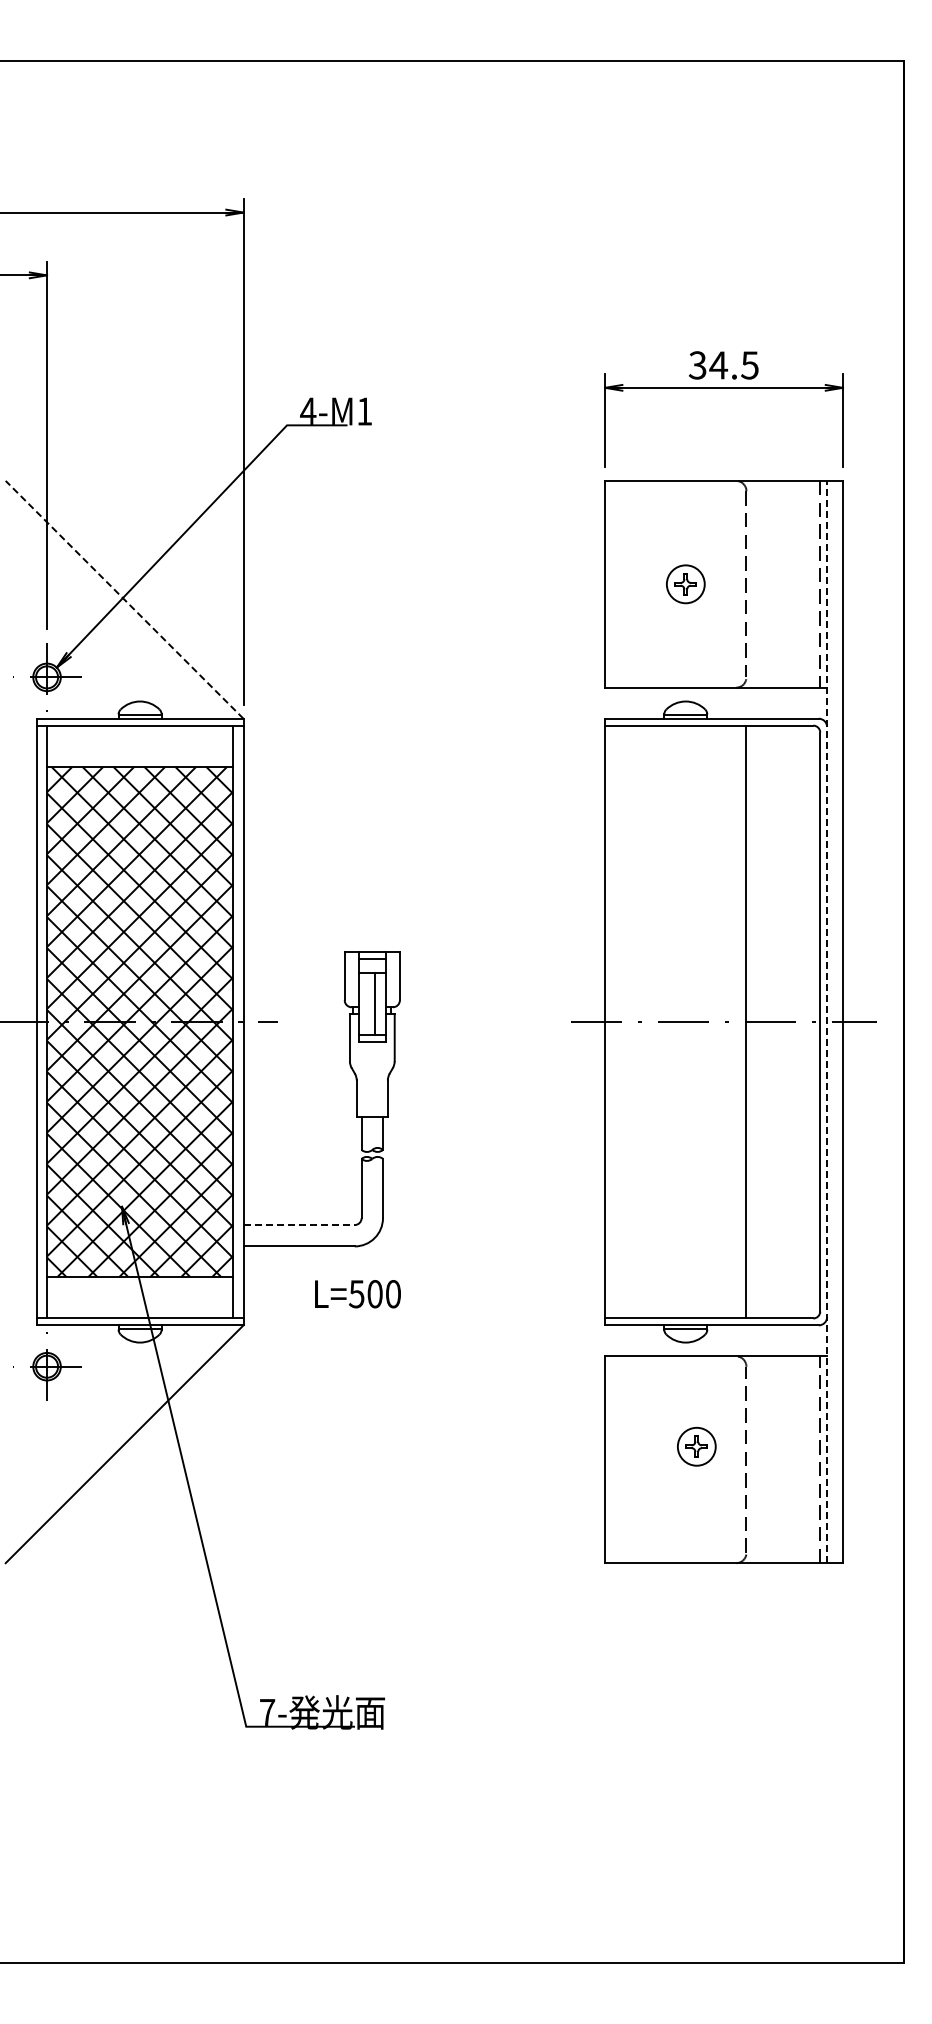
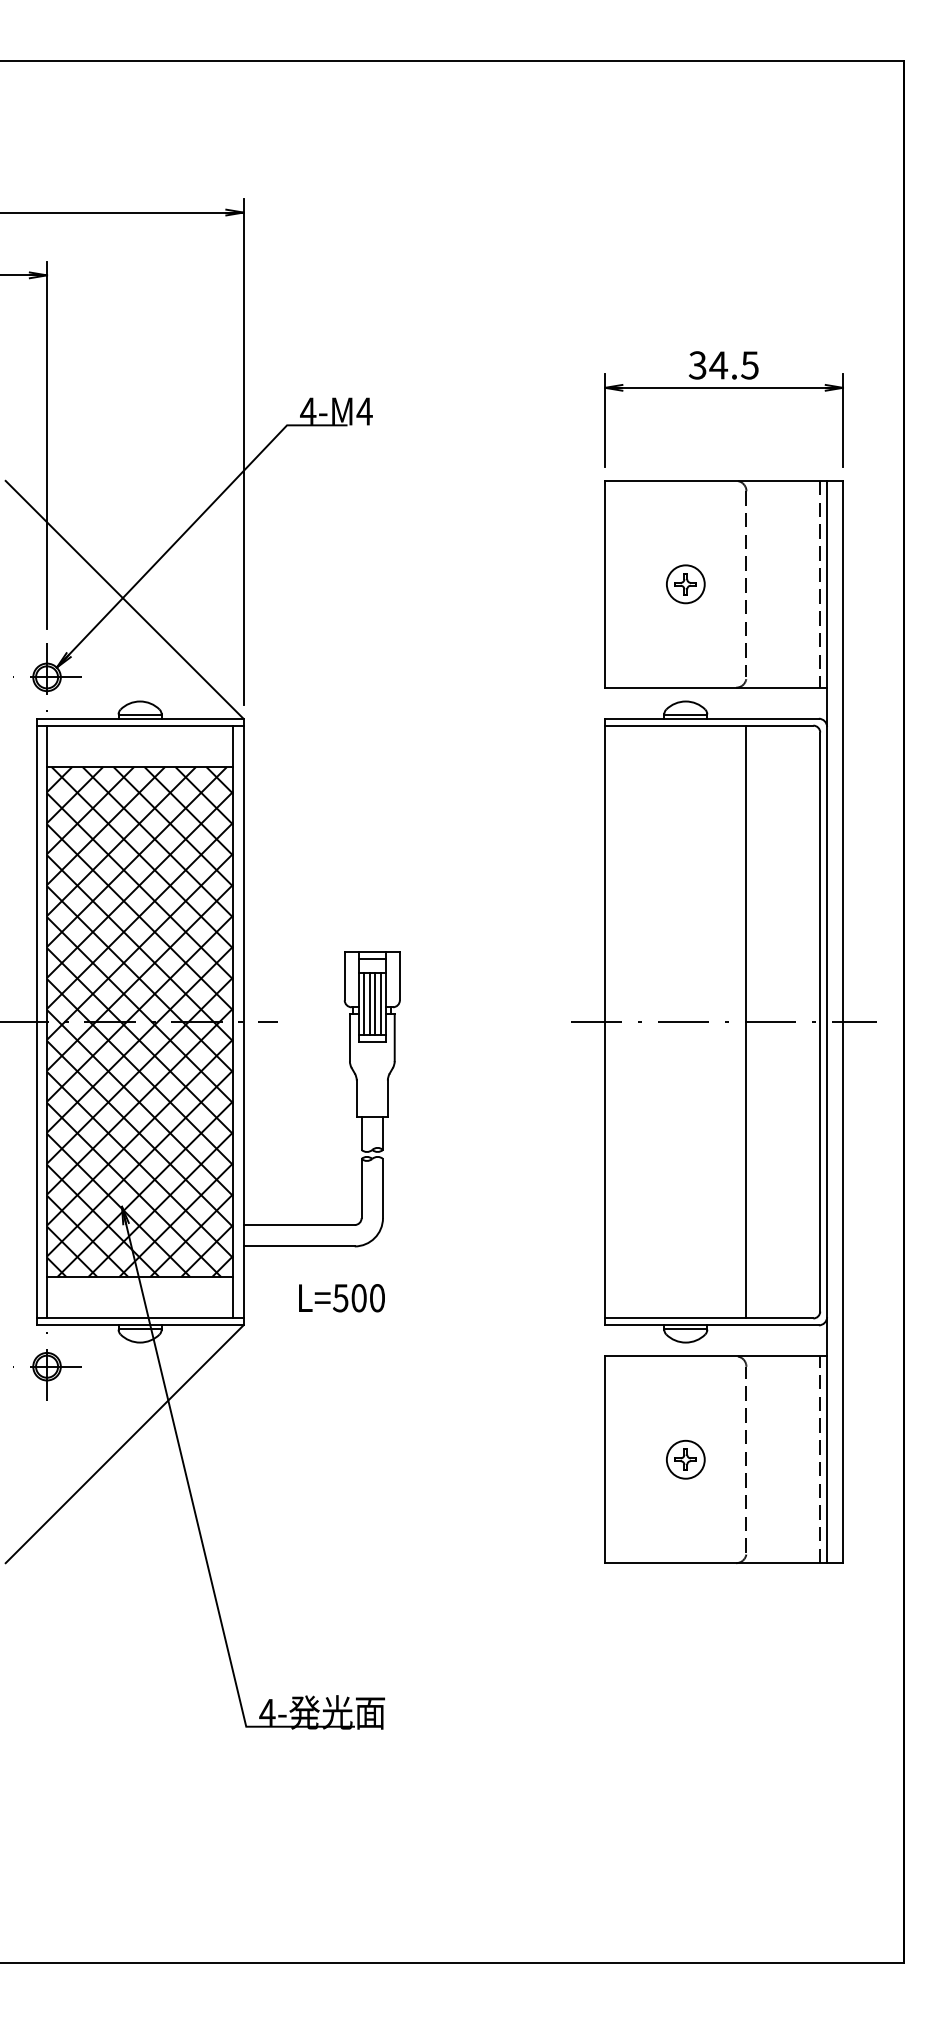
text at (364, 411): 4-M1 -> 4-M4
line at (124, 599): dashed -> solid
line at (364, 1003): none -> present
line at (369, 1003): none -> present
line at (380, 1003): none -> present
line at (827, 1021): dashed -> solid
line at (299, 1225): dashed -> solid
text at (357, 1294) position: (357, 1294) -> (341, 1298)
part at (696, 1446) position: (696, 1446) -> (685, 1459)
text at (267, 1712): 7- -> 4-
